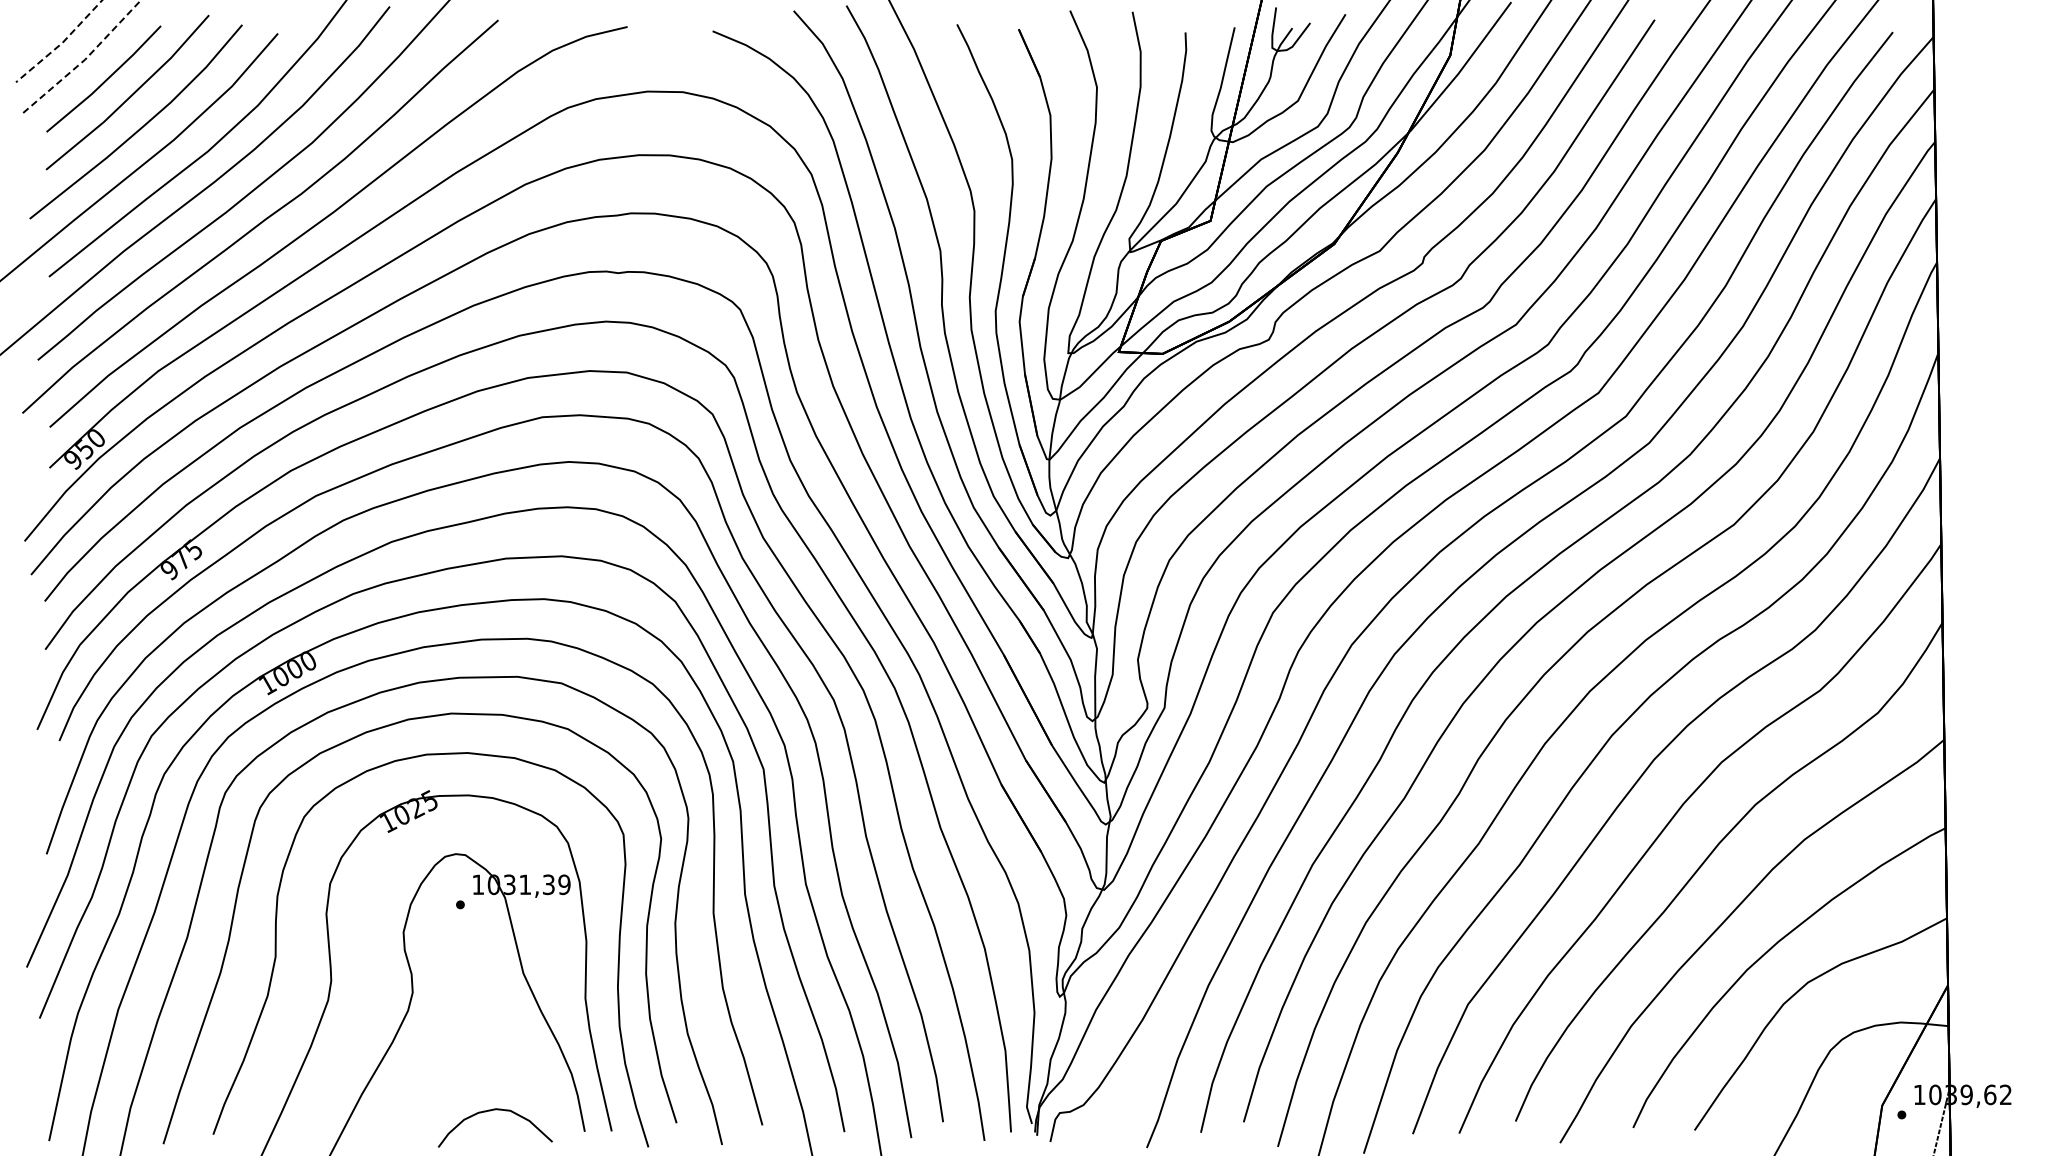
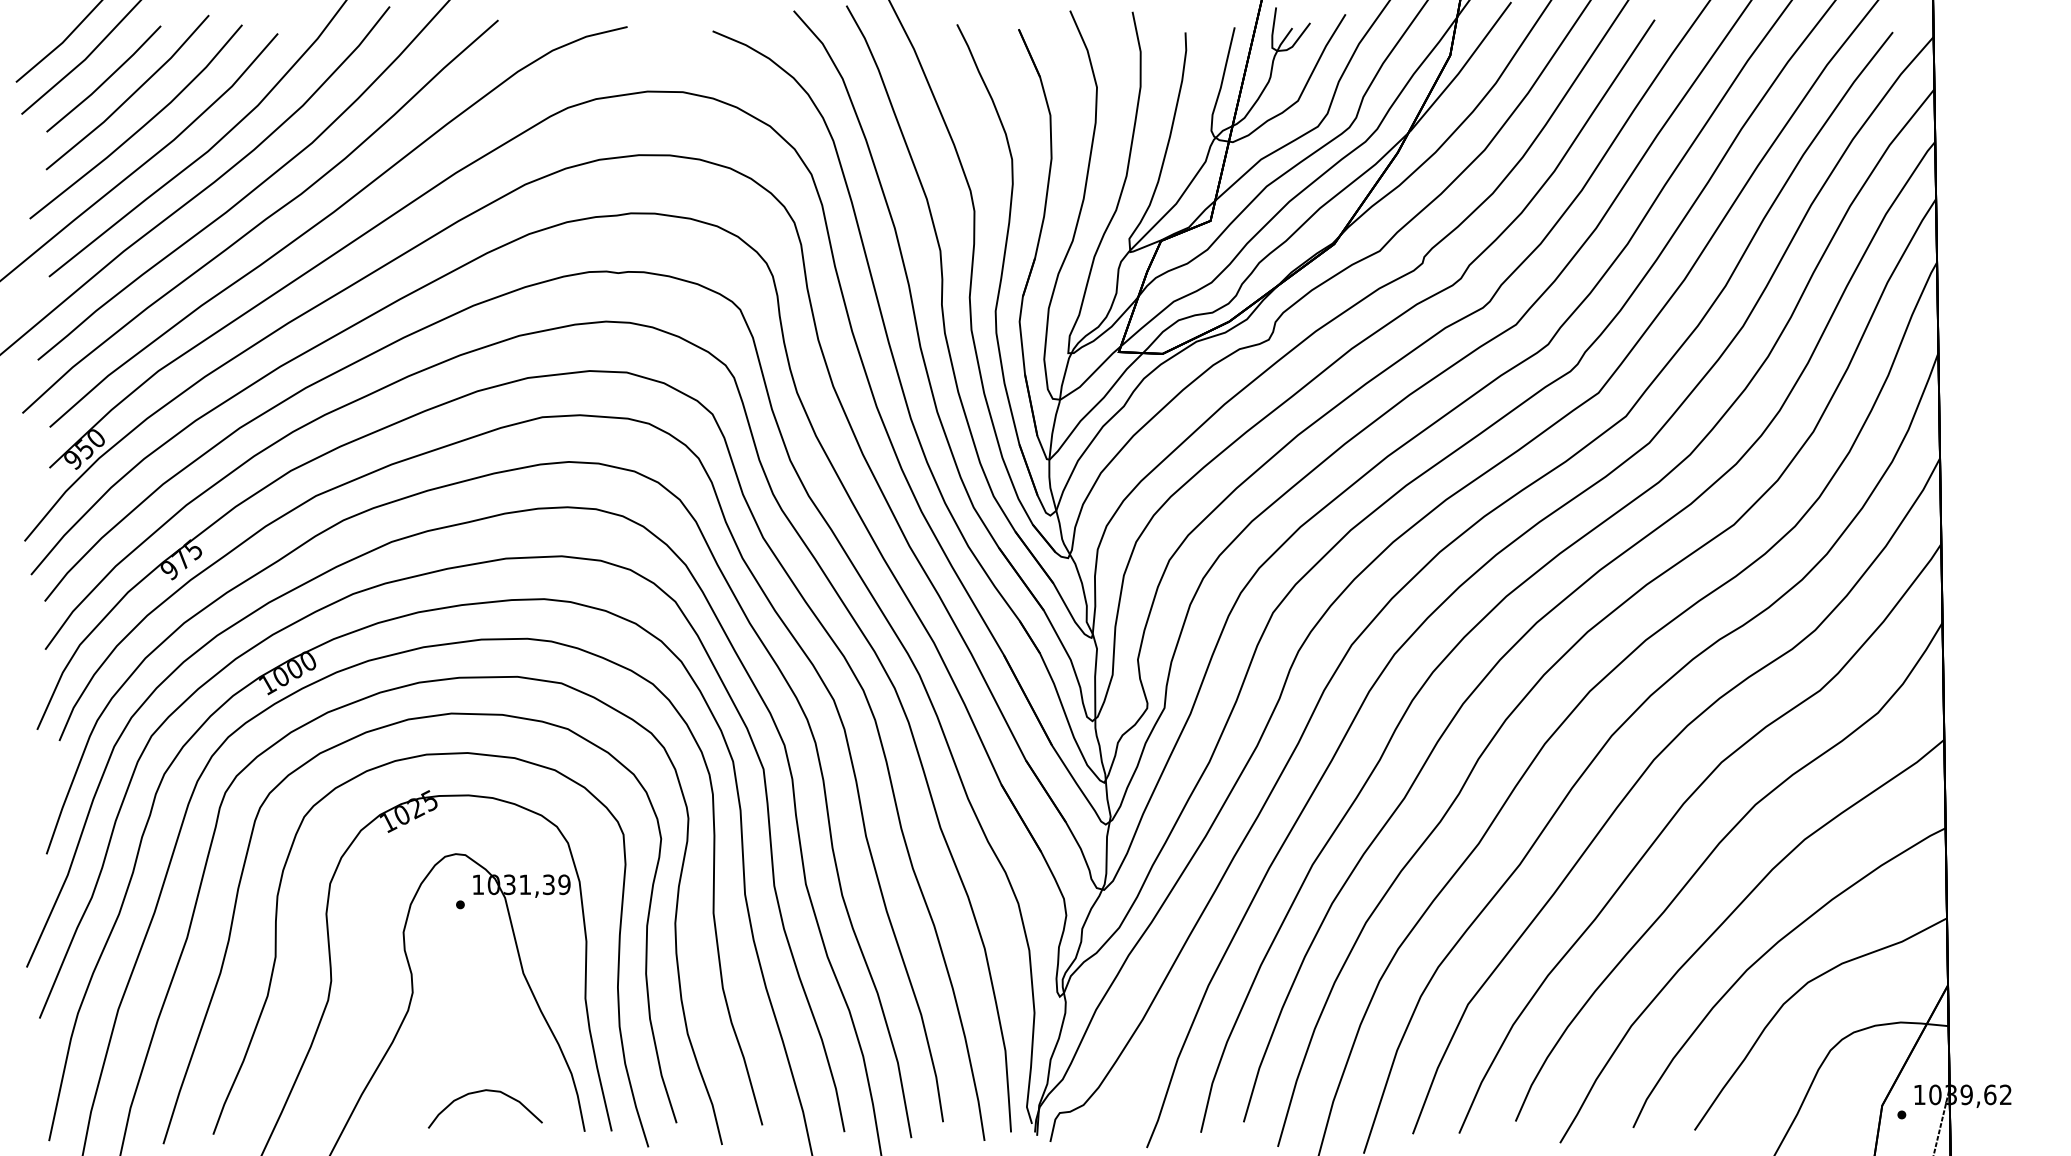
line at (61, 43): dashed -> solid
line at (84, 60): dashed -> solid
curve at (490, 1111) position: (490, 1111) -> (480, 1092)
